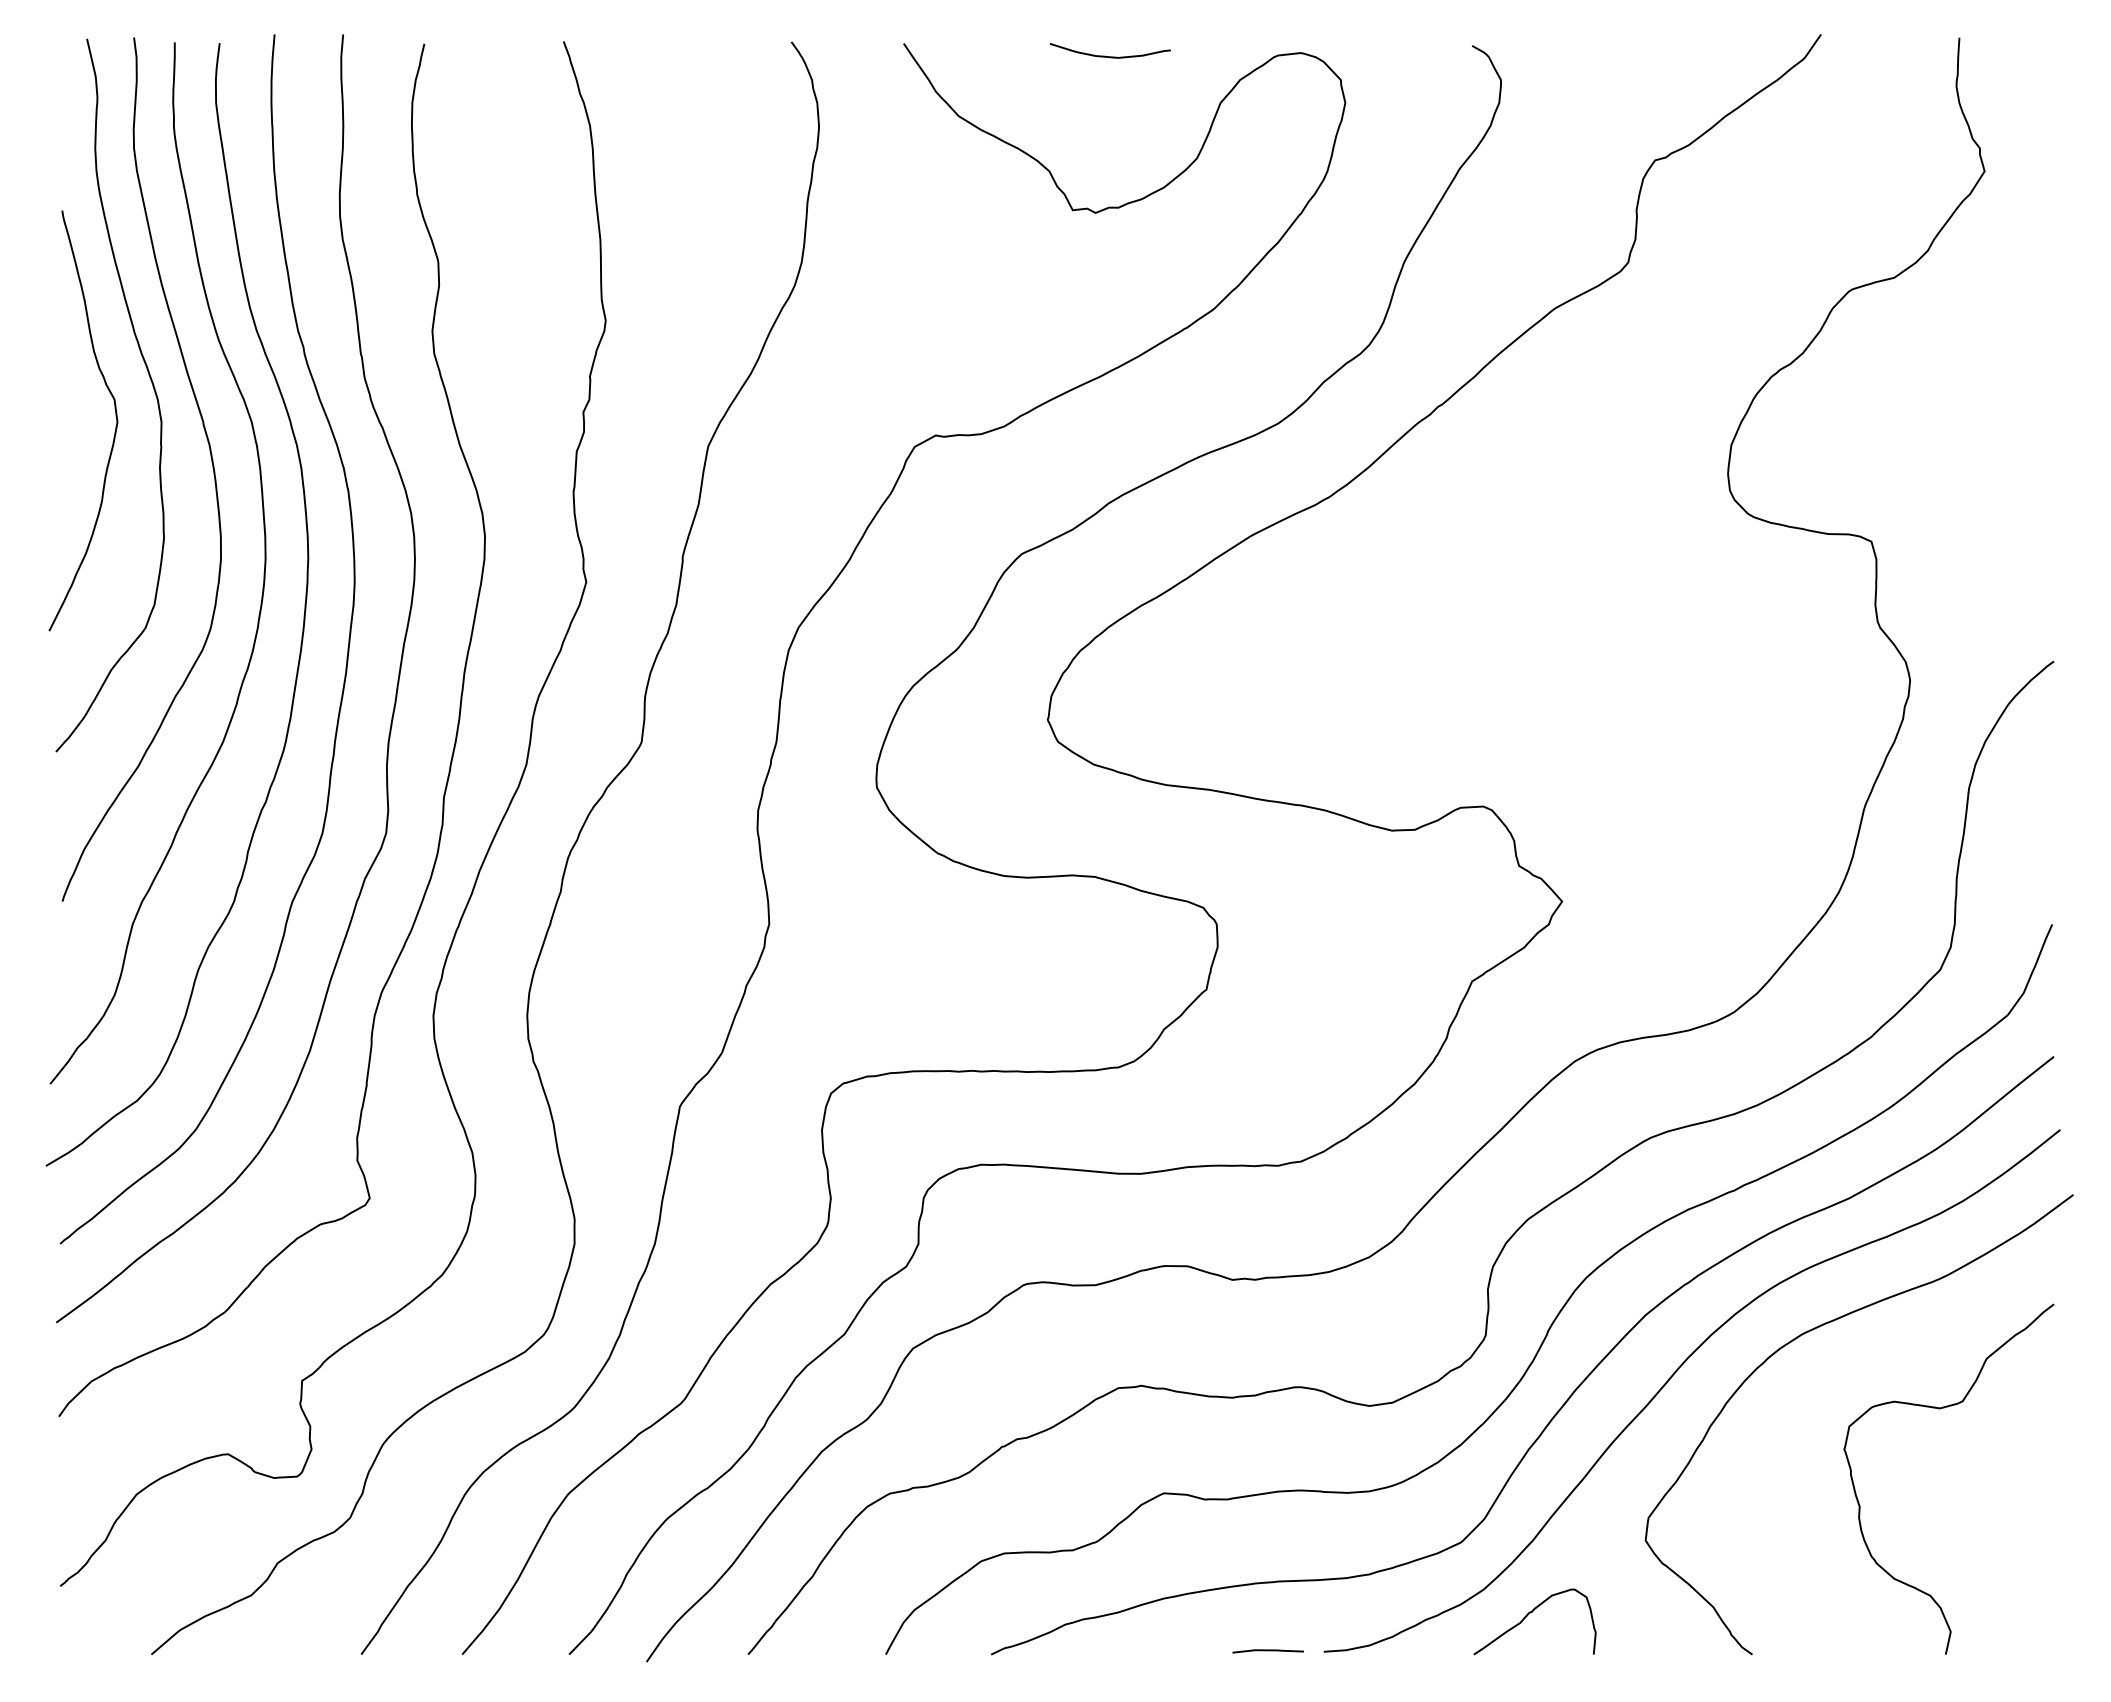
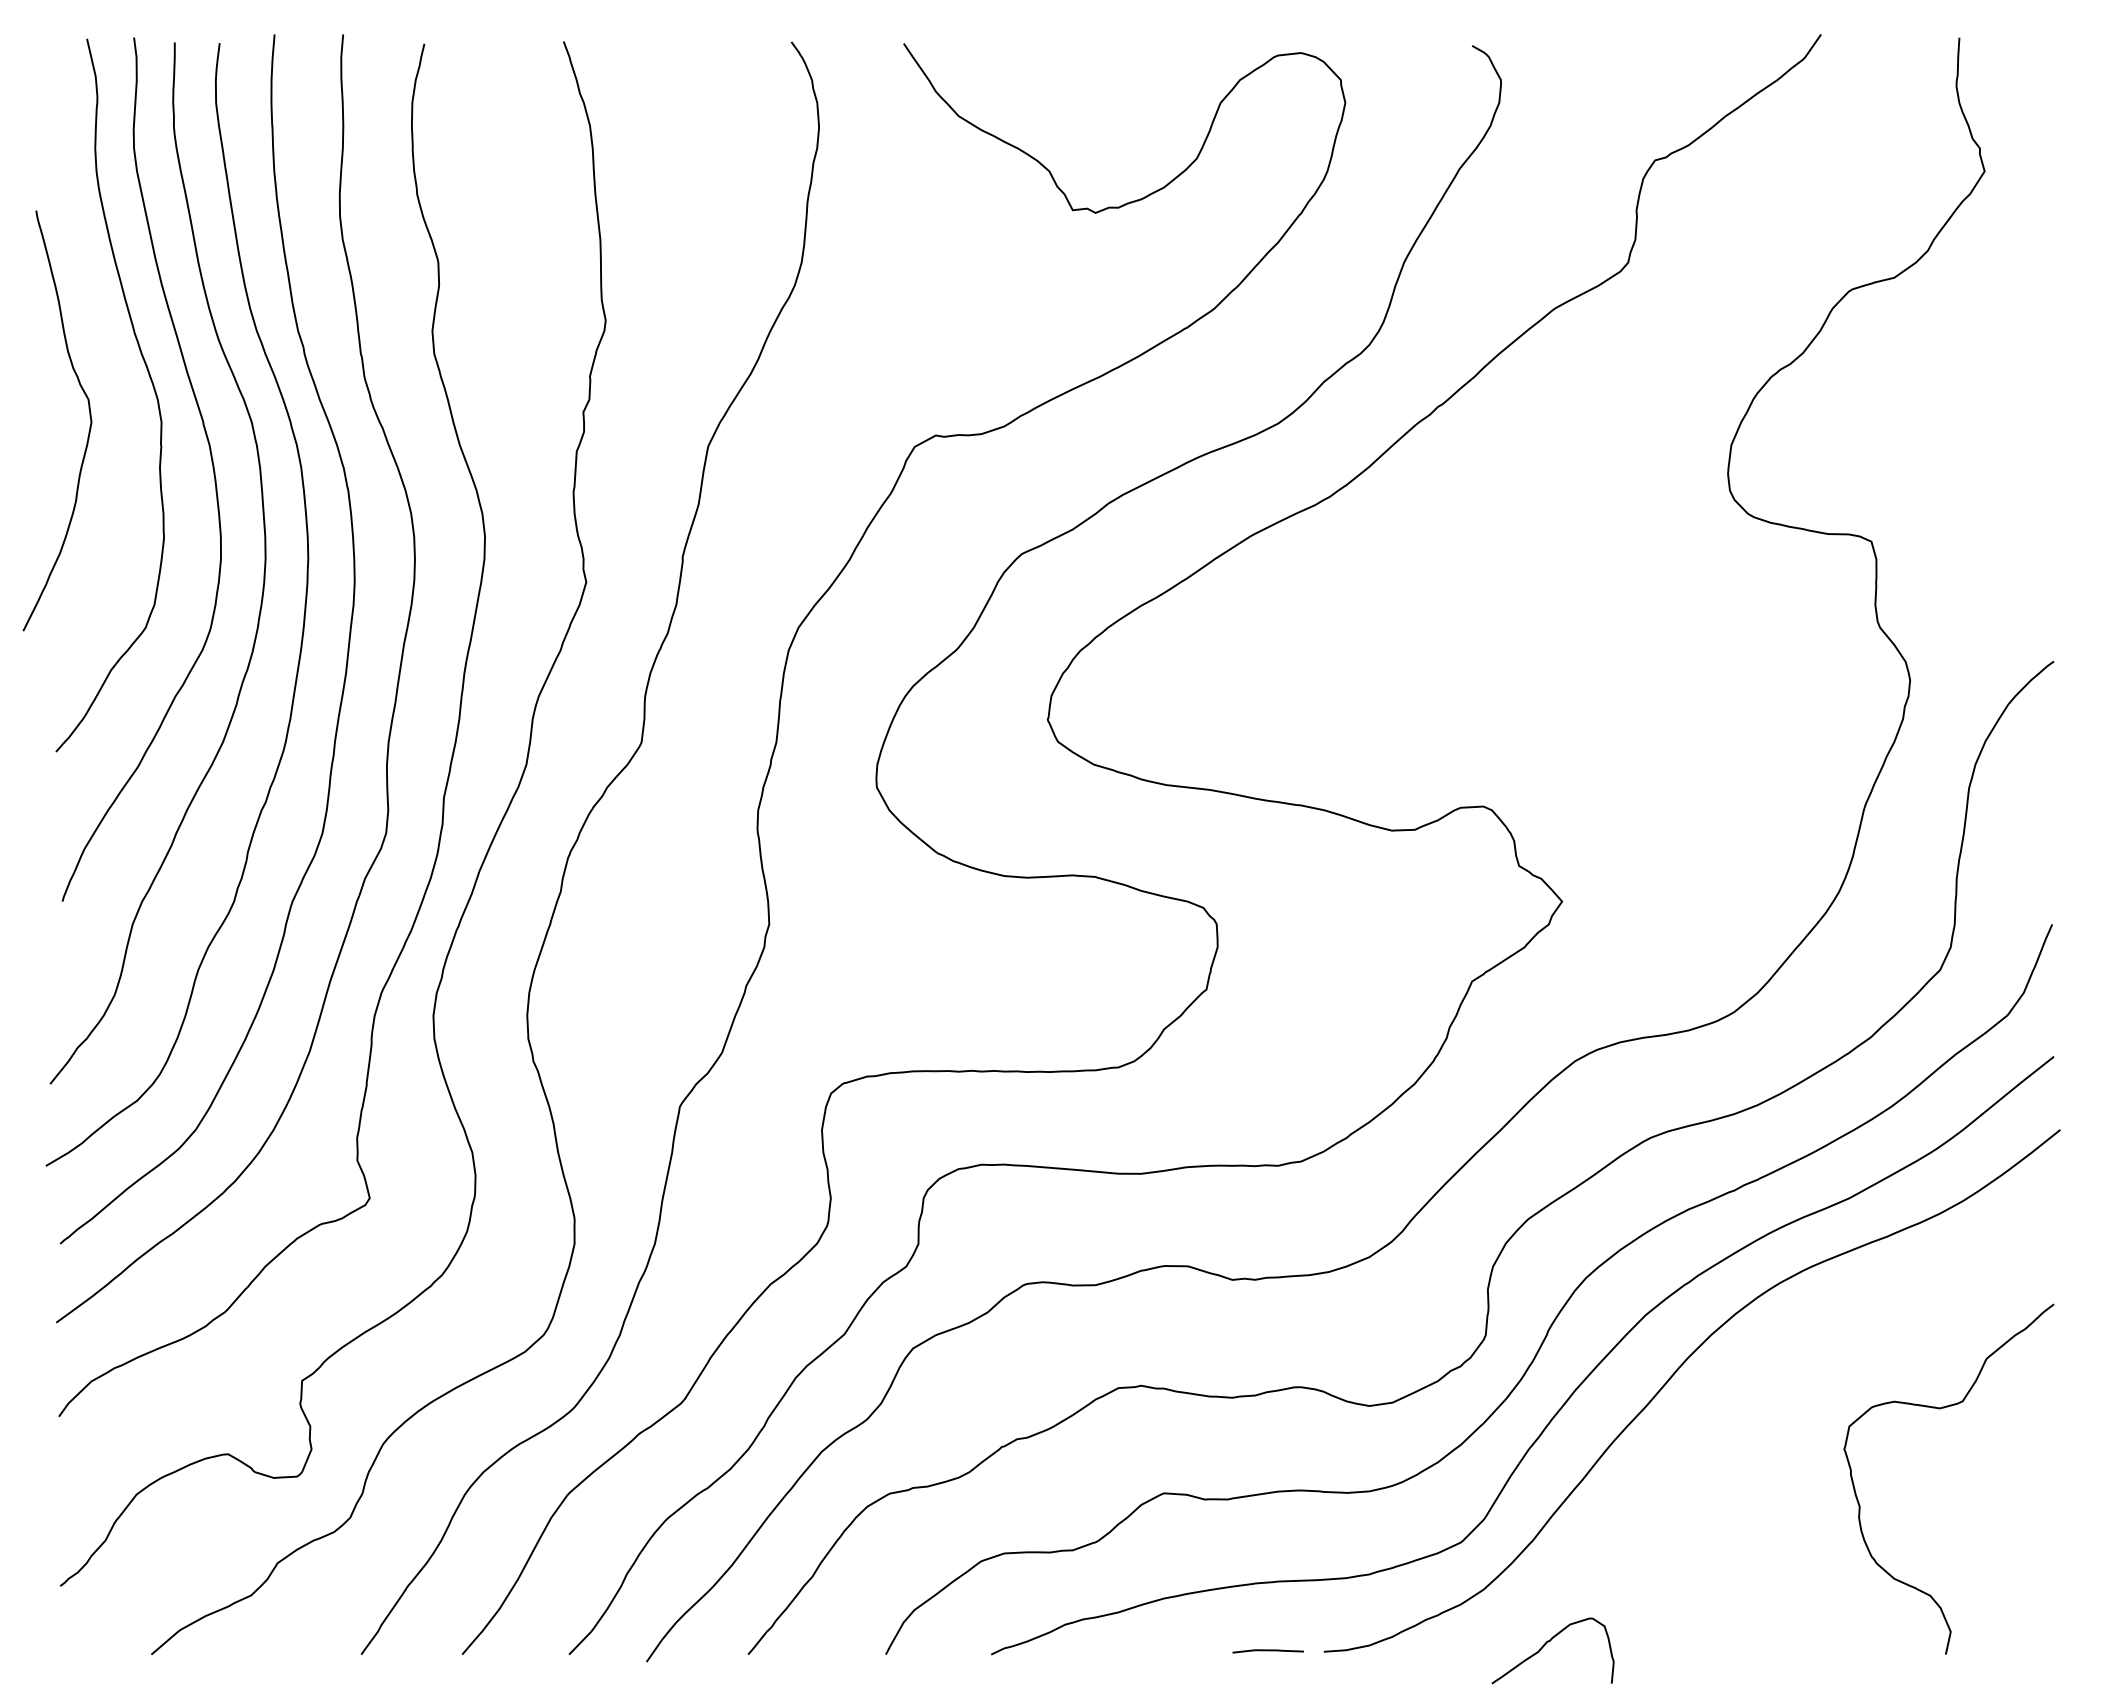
curve at (1109, 56): present -> none
curve at (115, 416) position: (115, 416) -> (89, 416)
curve at (1813, 1330): present -> none
curve at (1528, 1615) position: (1528, 1615) -> (1546, 1644)
